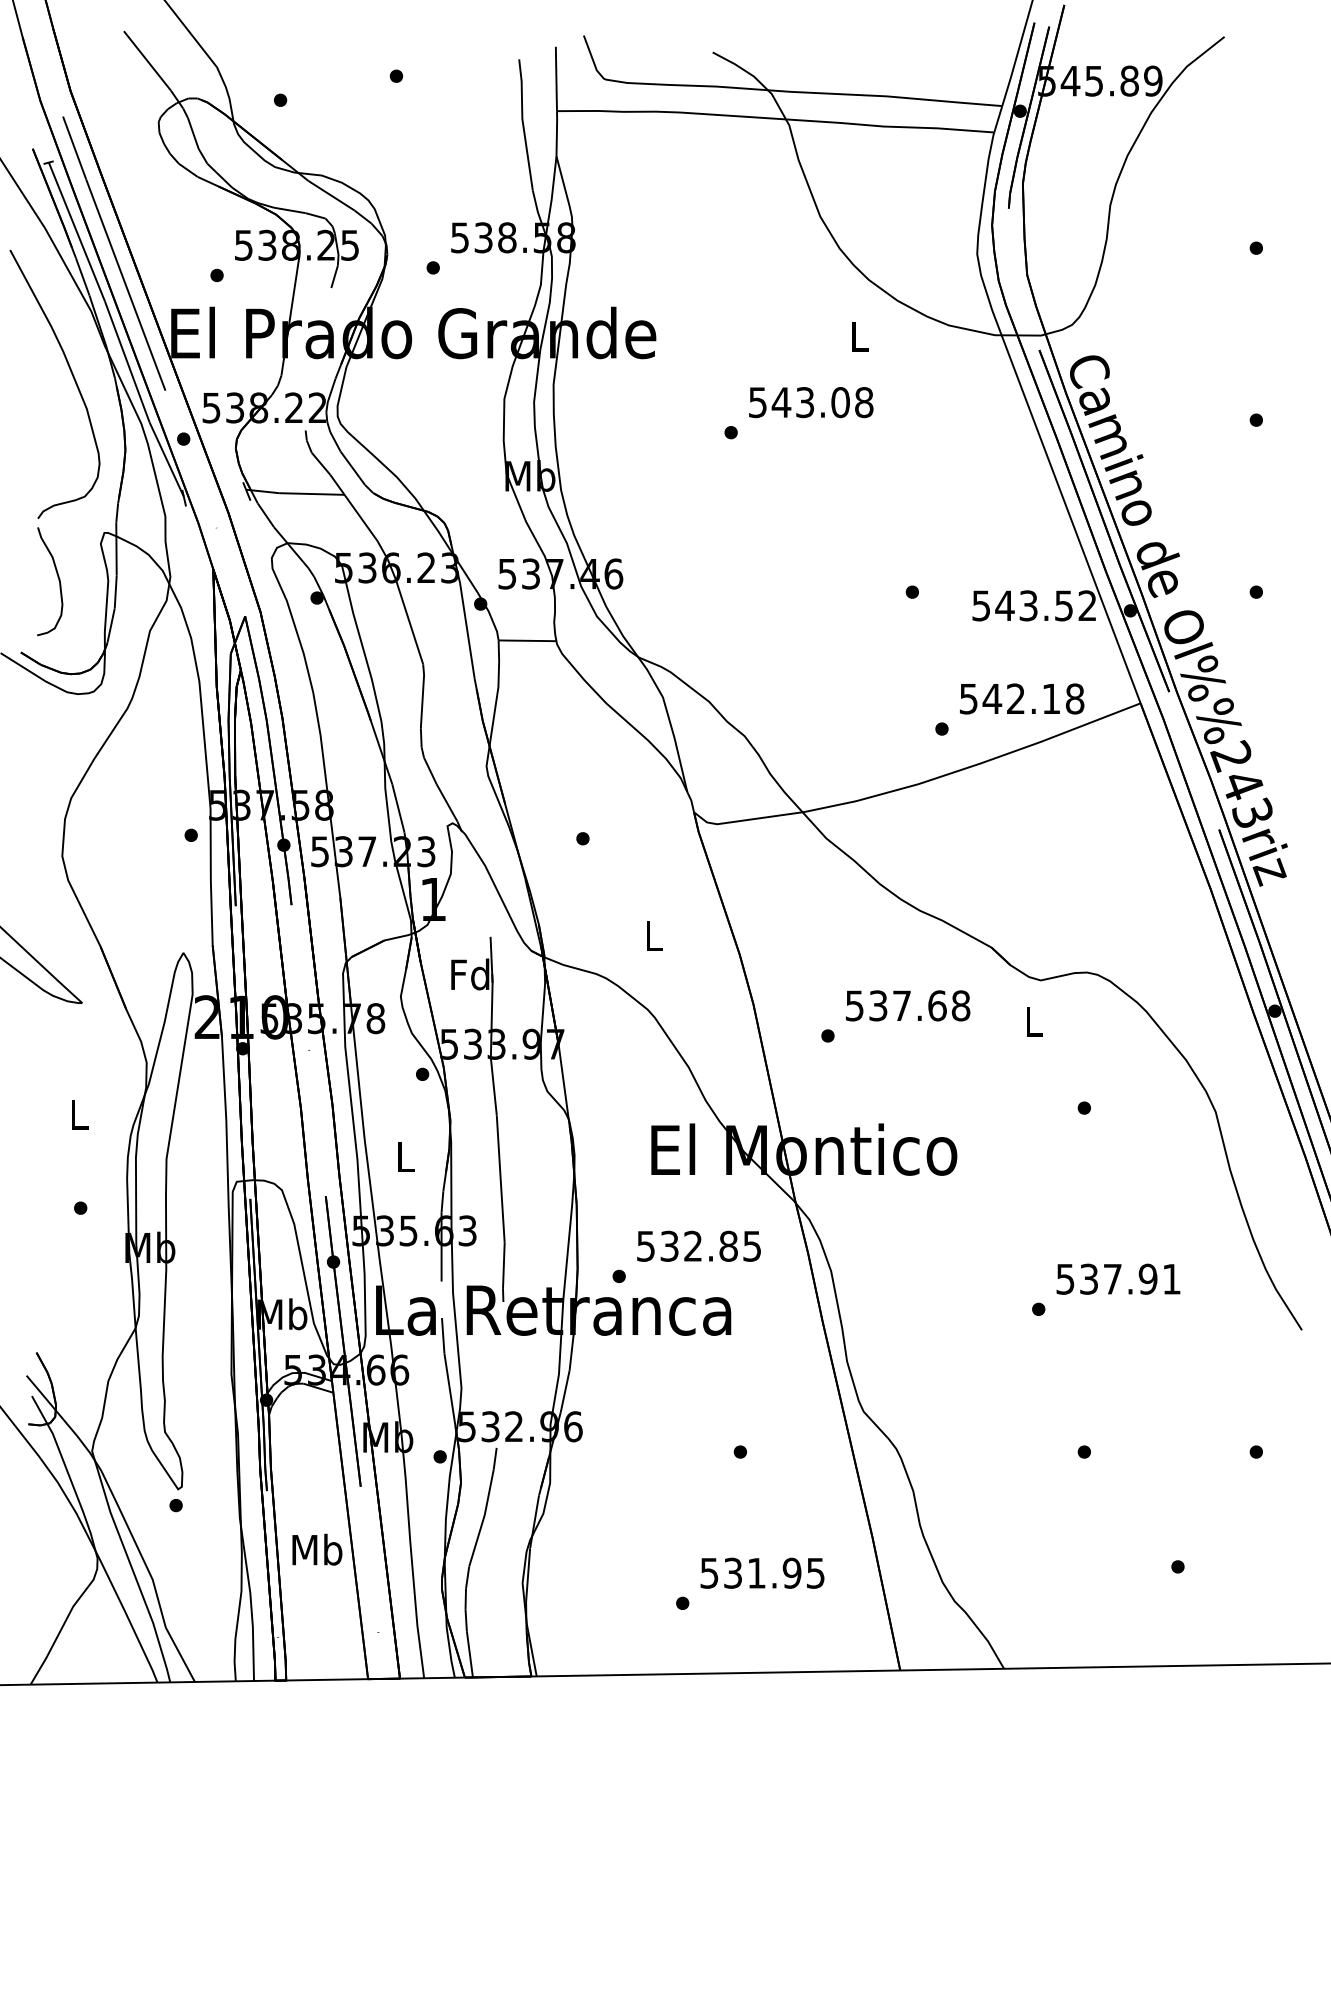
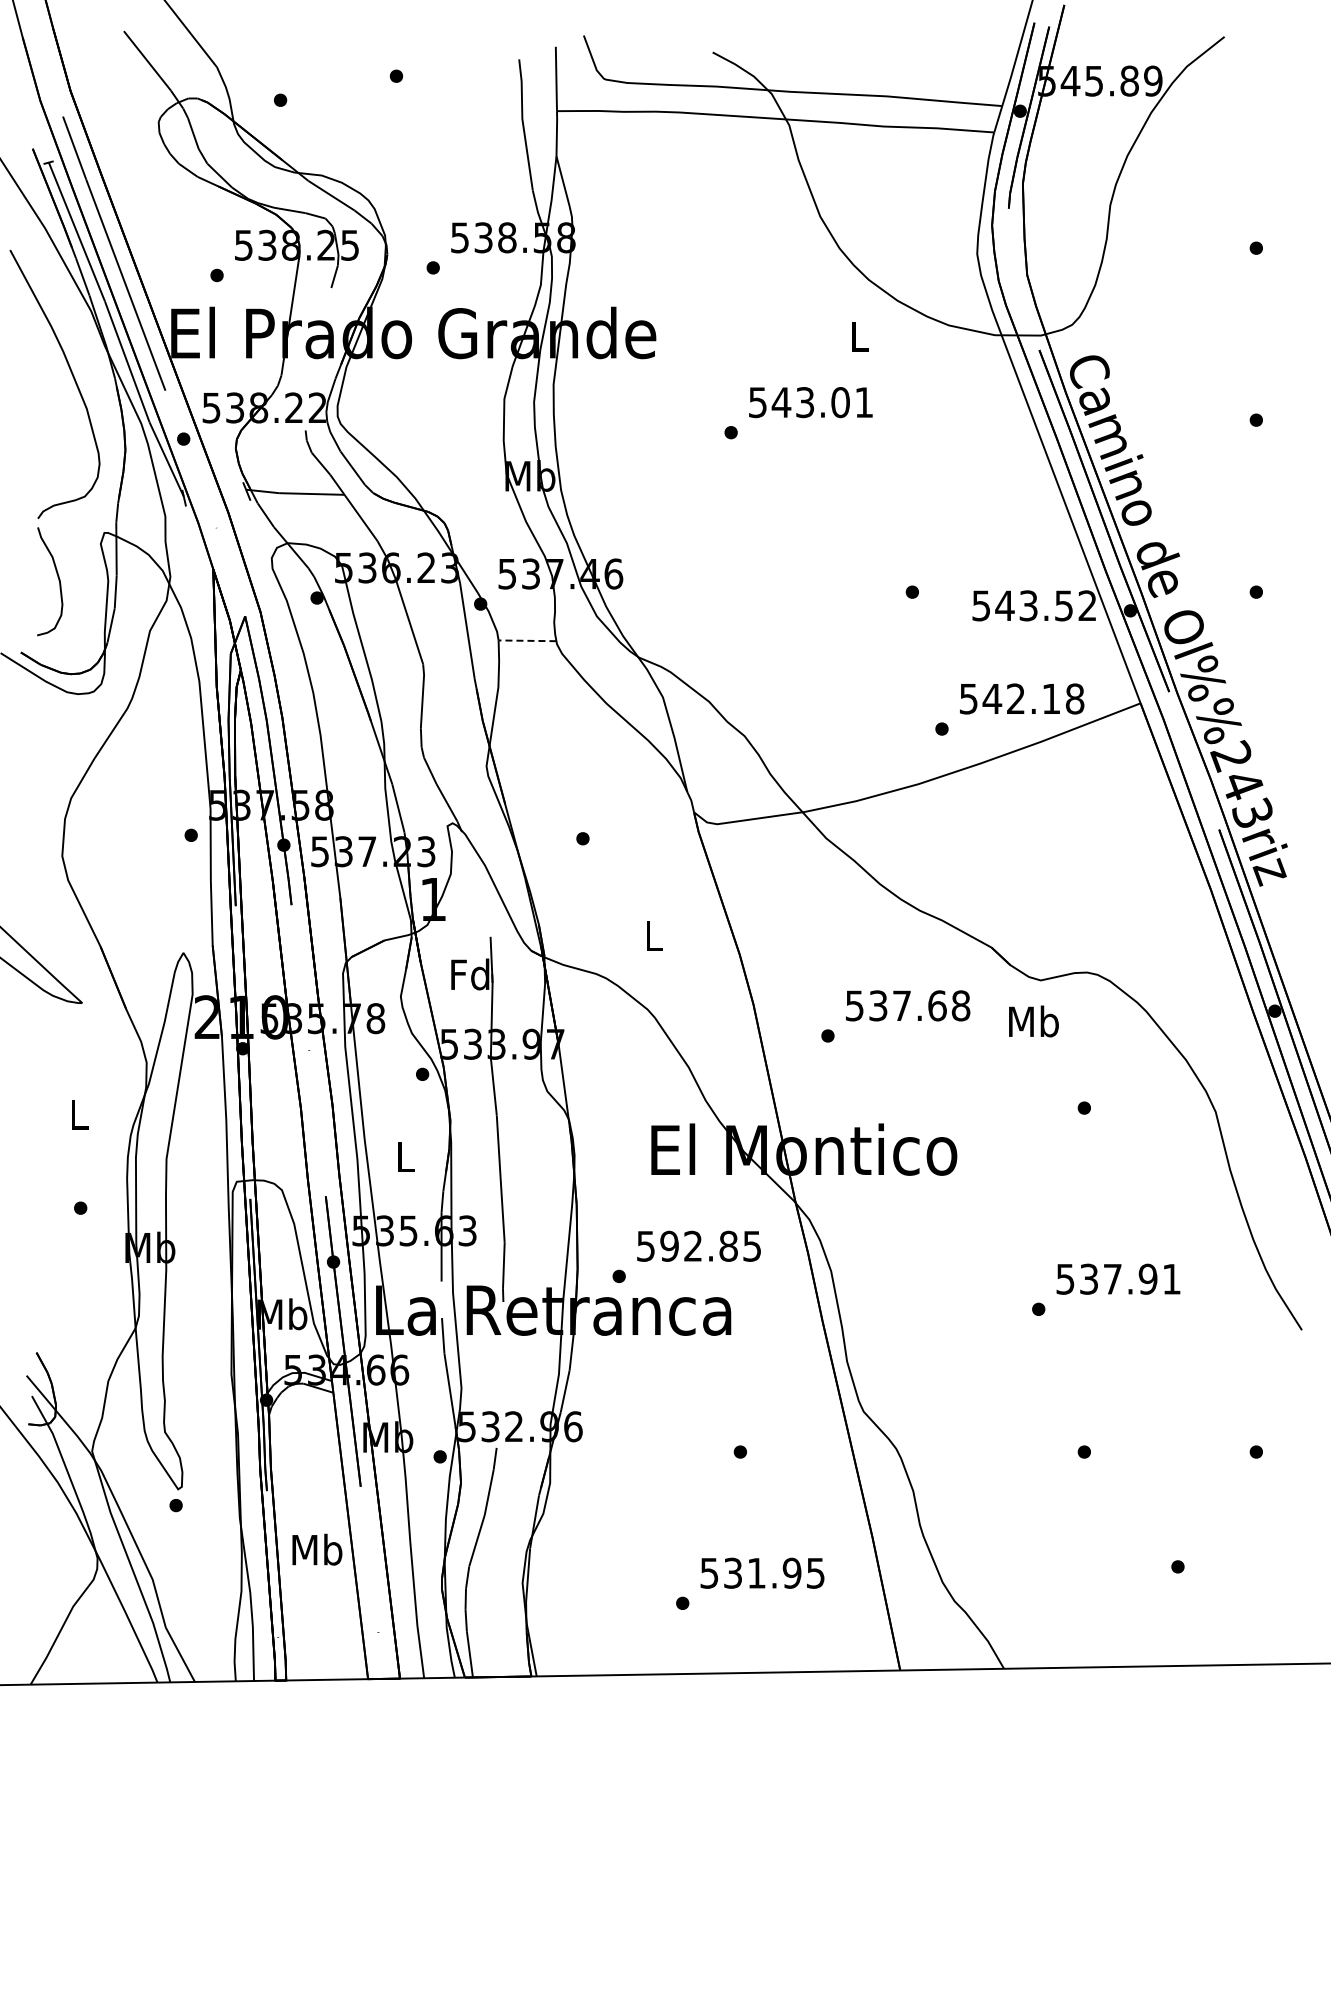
text at (864, 402): 543.08 -> 543.01
line at (527, 640): solid -> dashed
text at (1033, 1021): L -> Mb
text at (669, 1245): 532.85 -> 592.85
